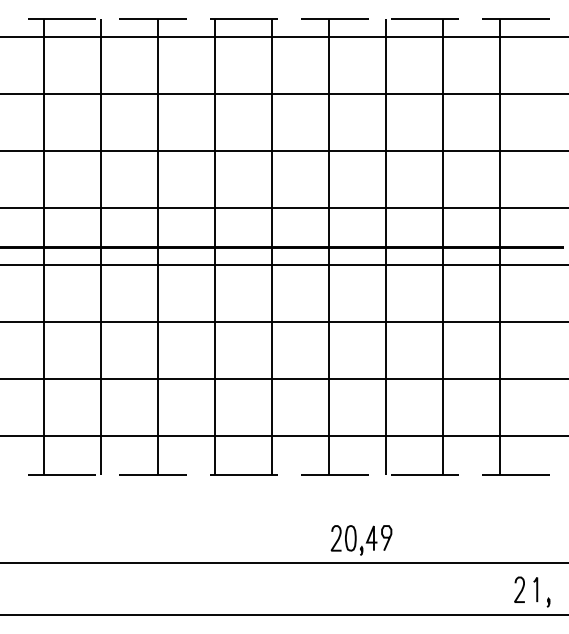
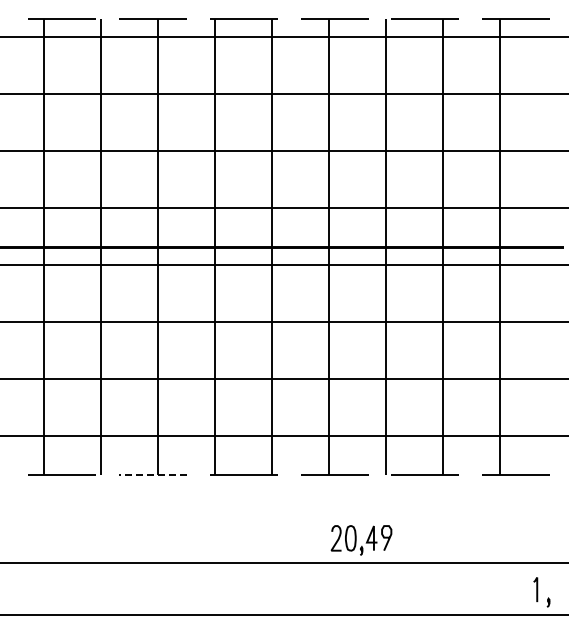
line at (152, 475): solid -> dashed
curve at (520, 590): present -> none
